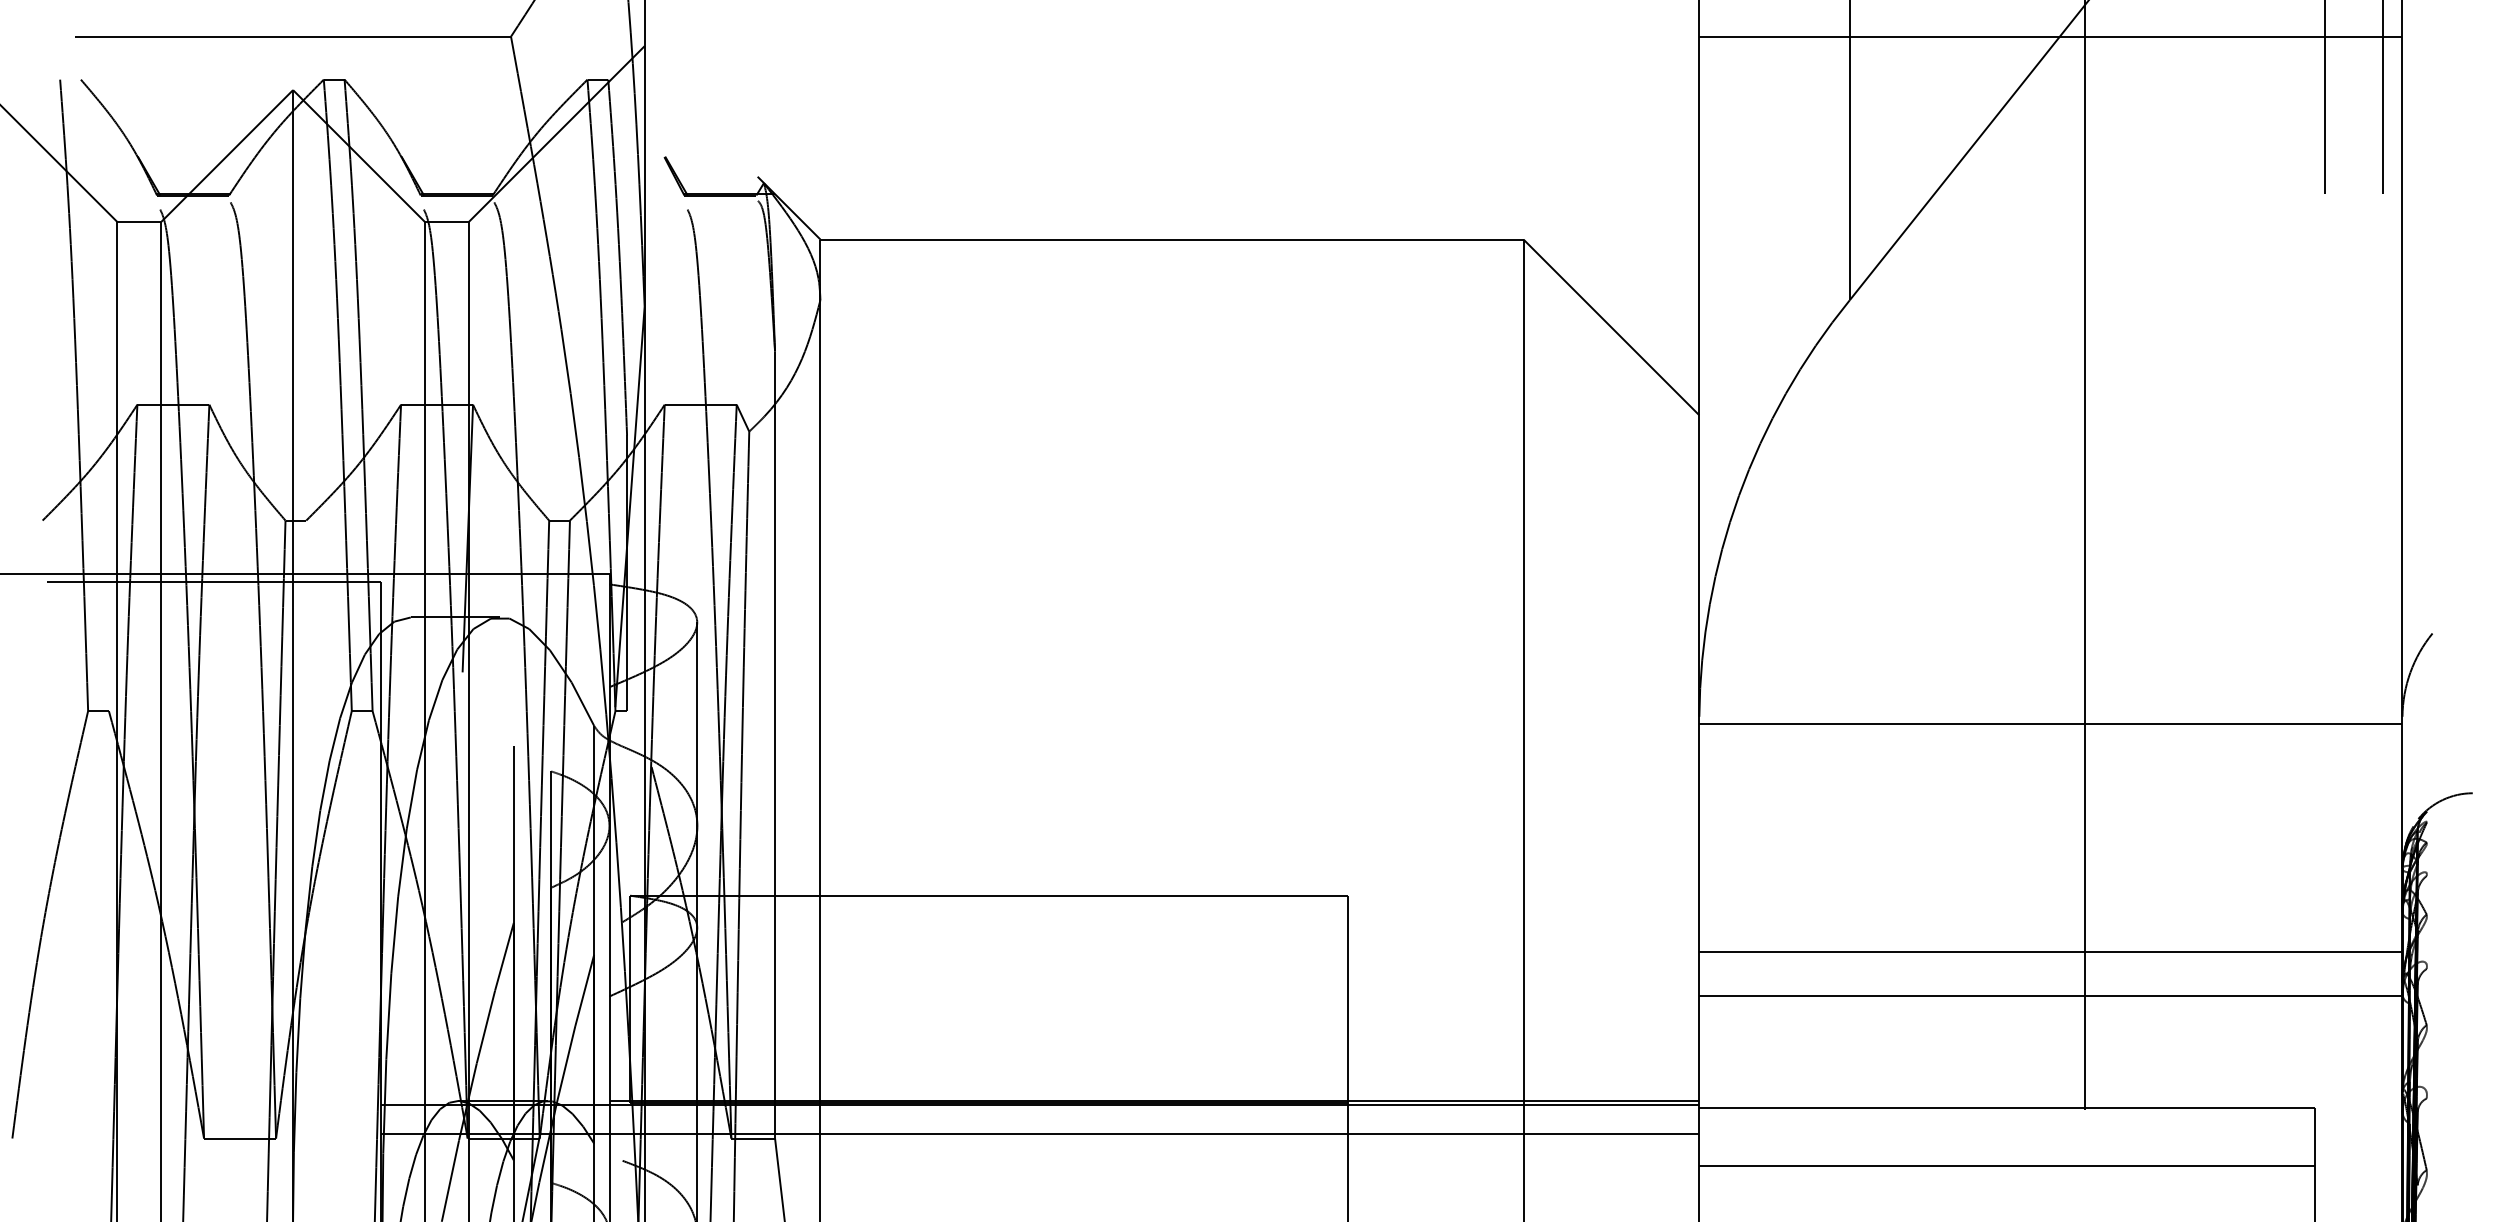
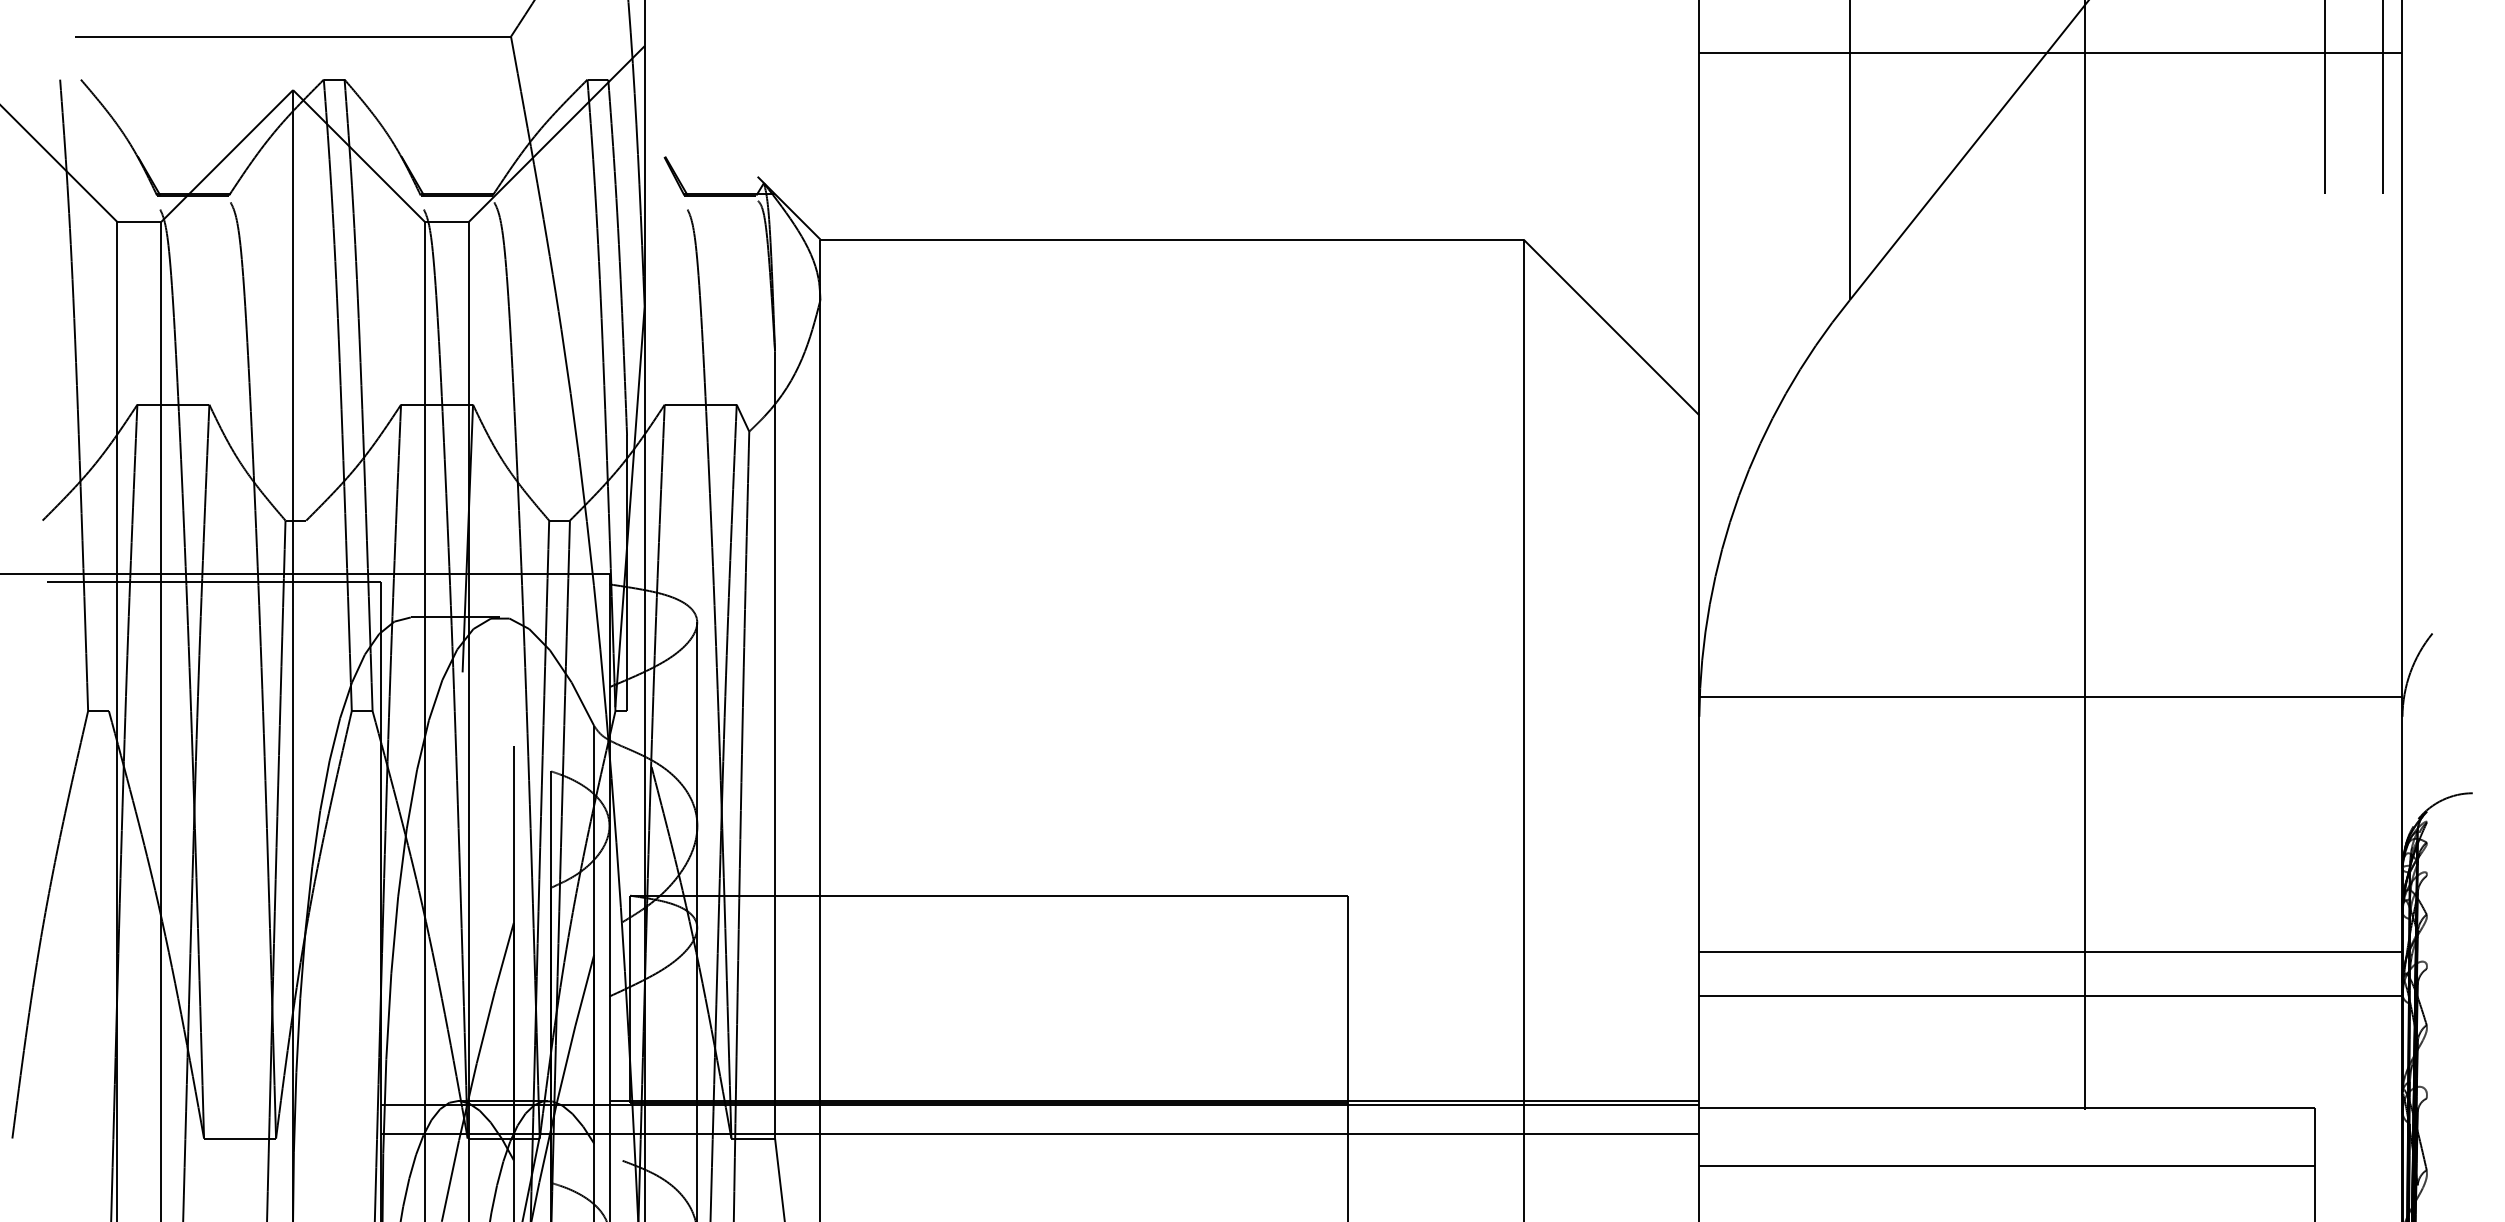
line at (2050, 36) position: (2050, 36) -> (2050, 52)
line at (2050, 724) position: (2050, 724) -> (2050, 697)
